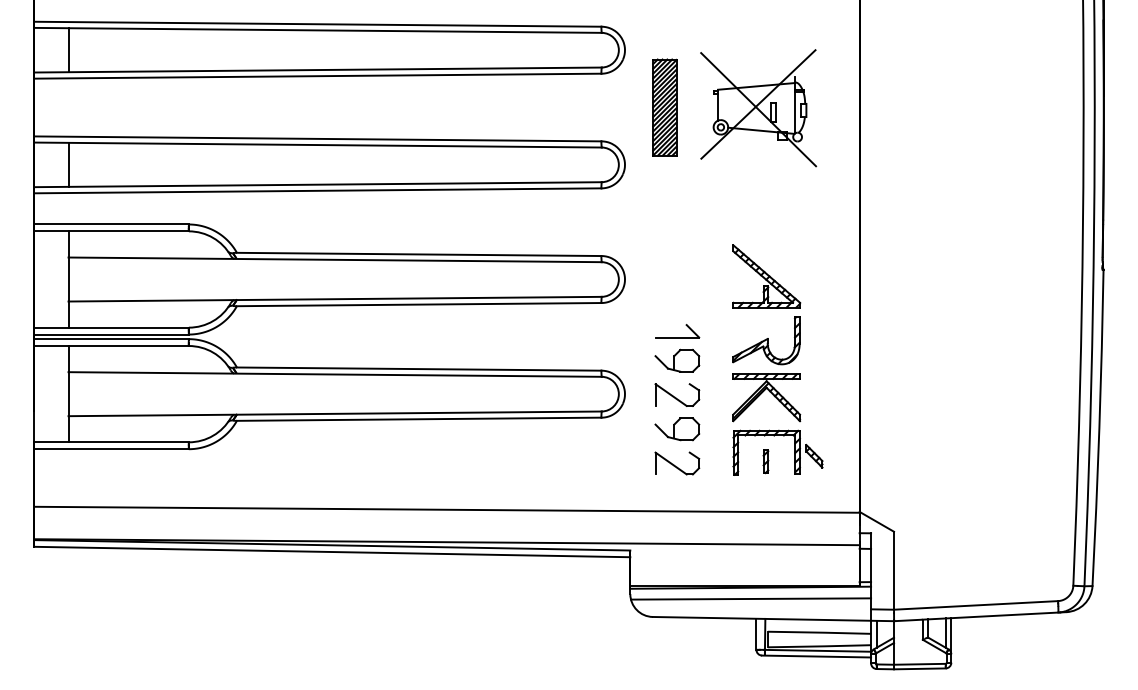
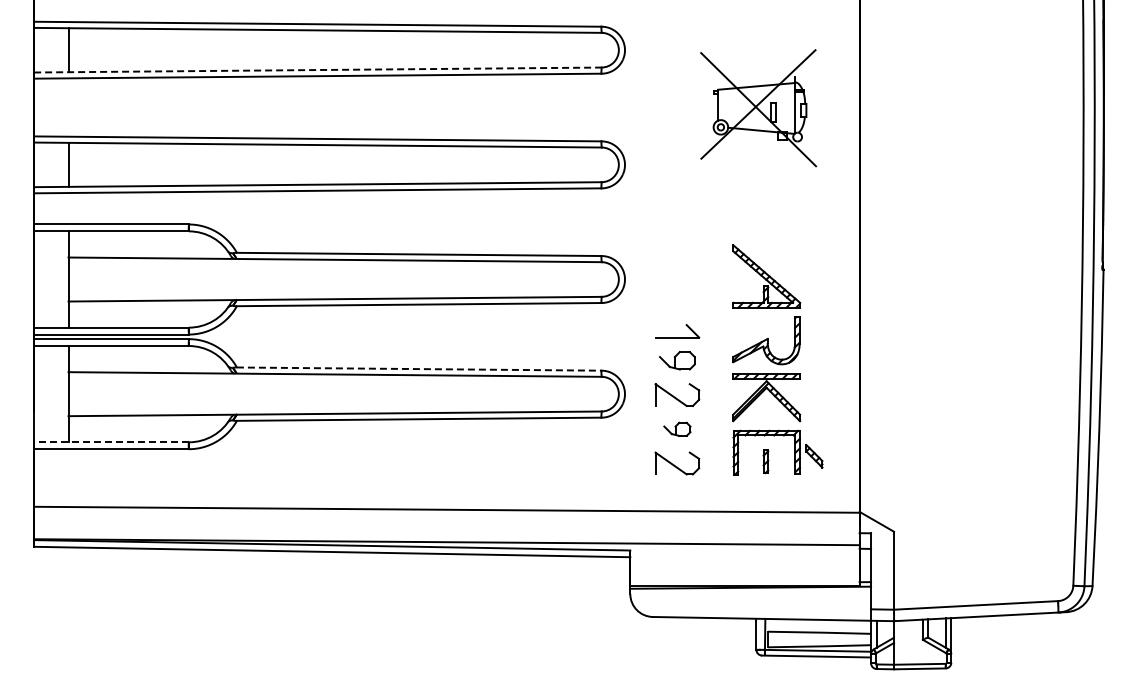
line at (317, 70): solid -> dashed
part at (664, 107): present -> none
part at (677, 360) size: 47x25 px -> 37x20 px
line at (419, 369): solid -> dashed
part at (677, 429) size: 47x25 px -> 29x16 px
line at (111, 442): solid -> dashed
line at (751, 598): present -> none
